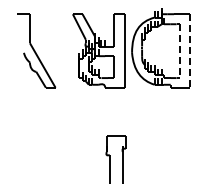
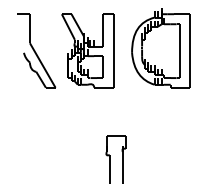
part at (98, 50) position: (98, 50) -> (87, 50)
line at (190, 50): dashed -> solid
line at (180, 51): dashed -> solid
